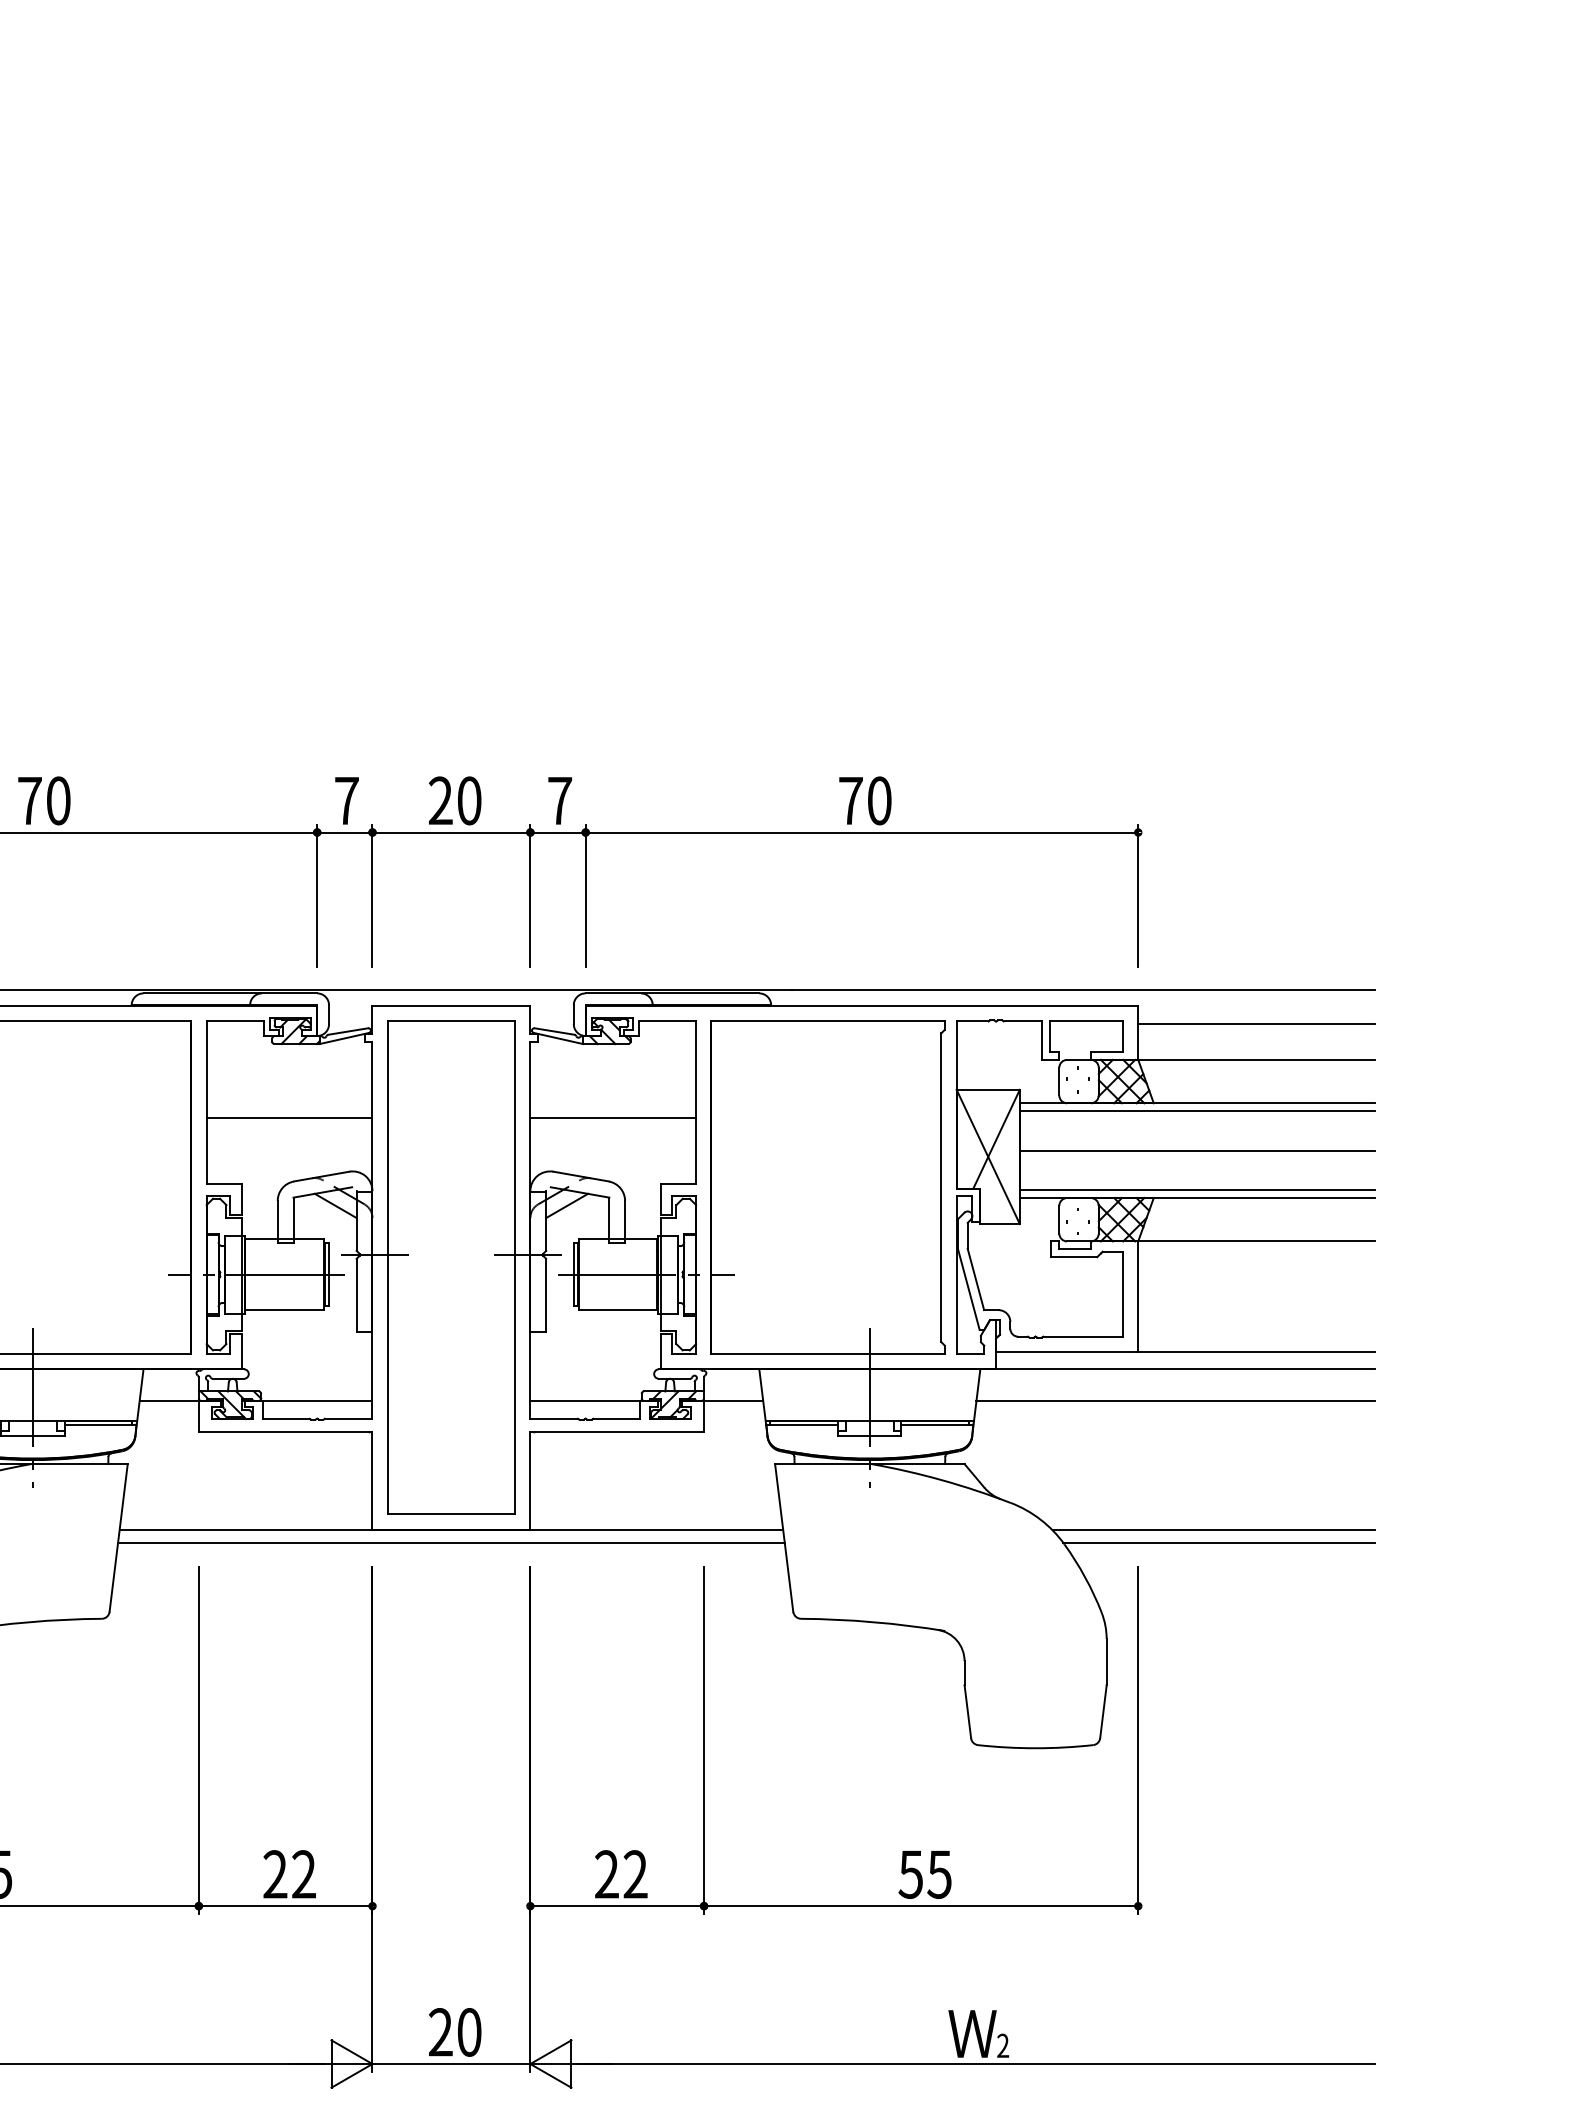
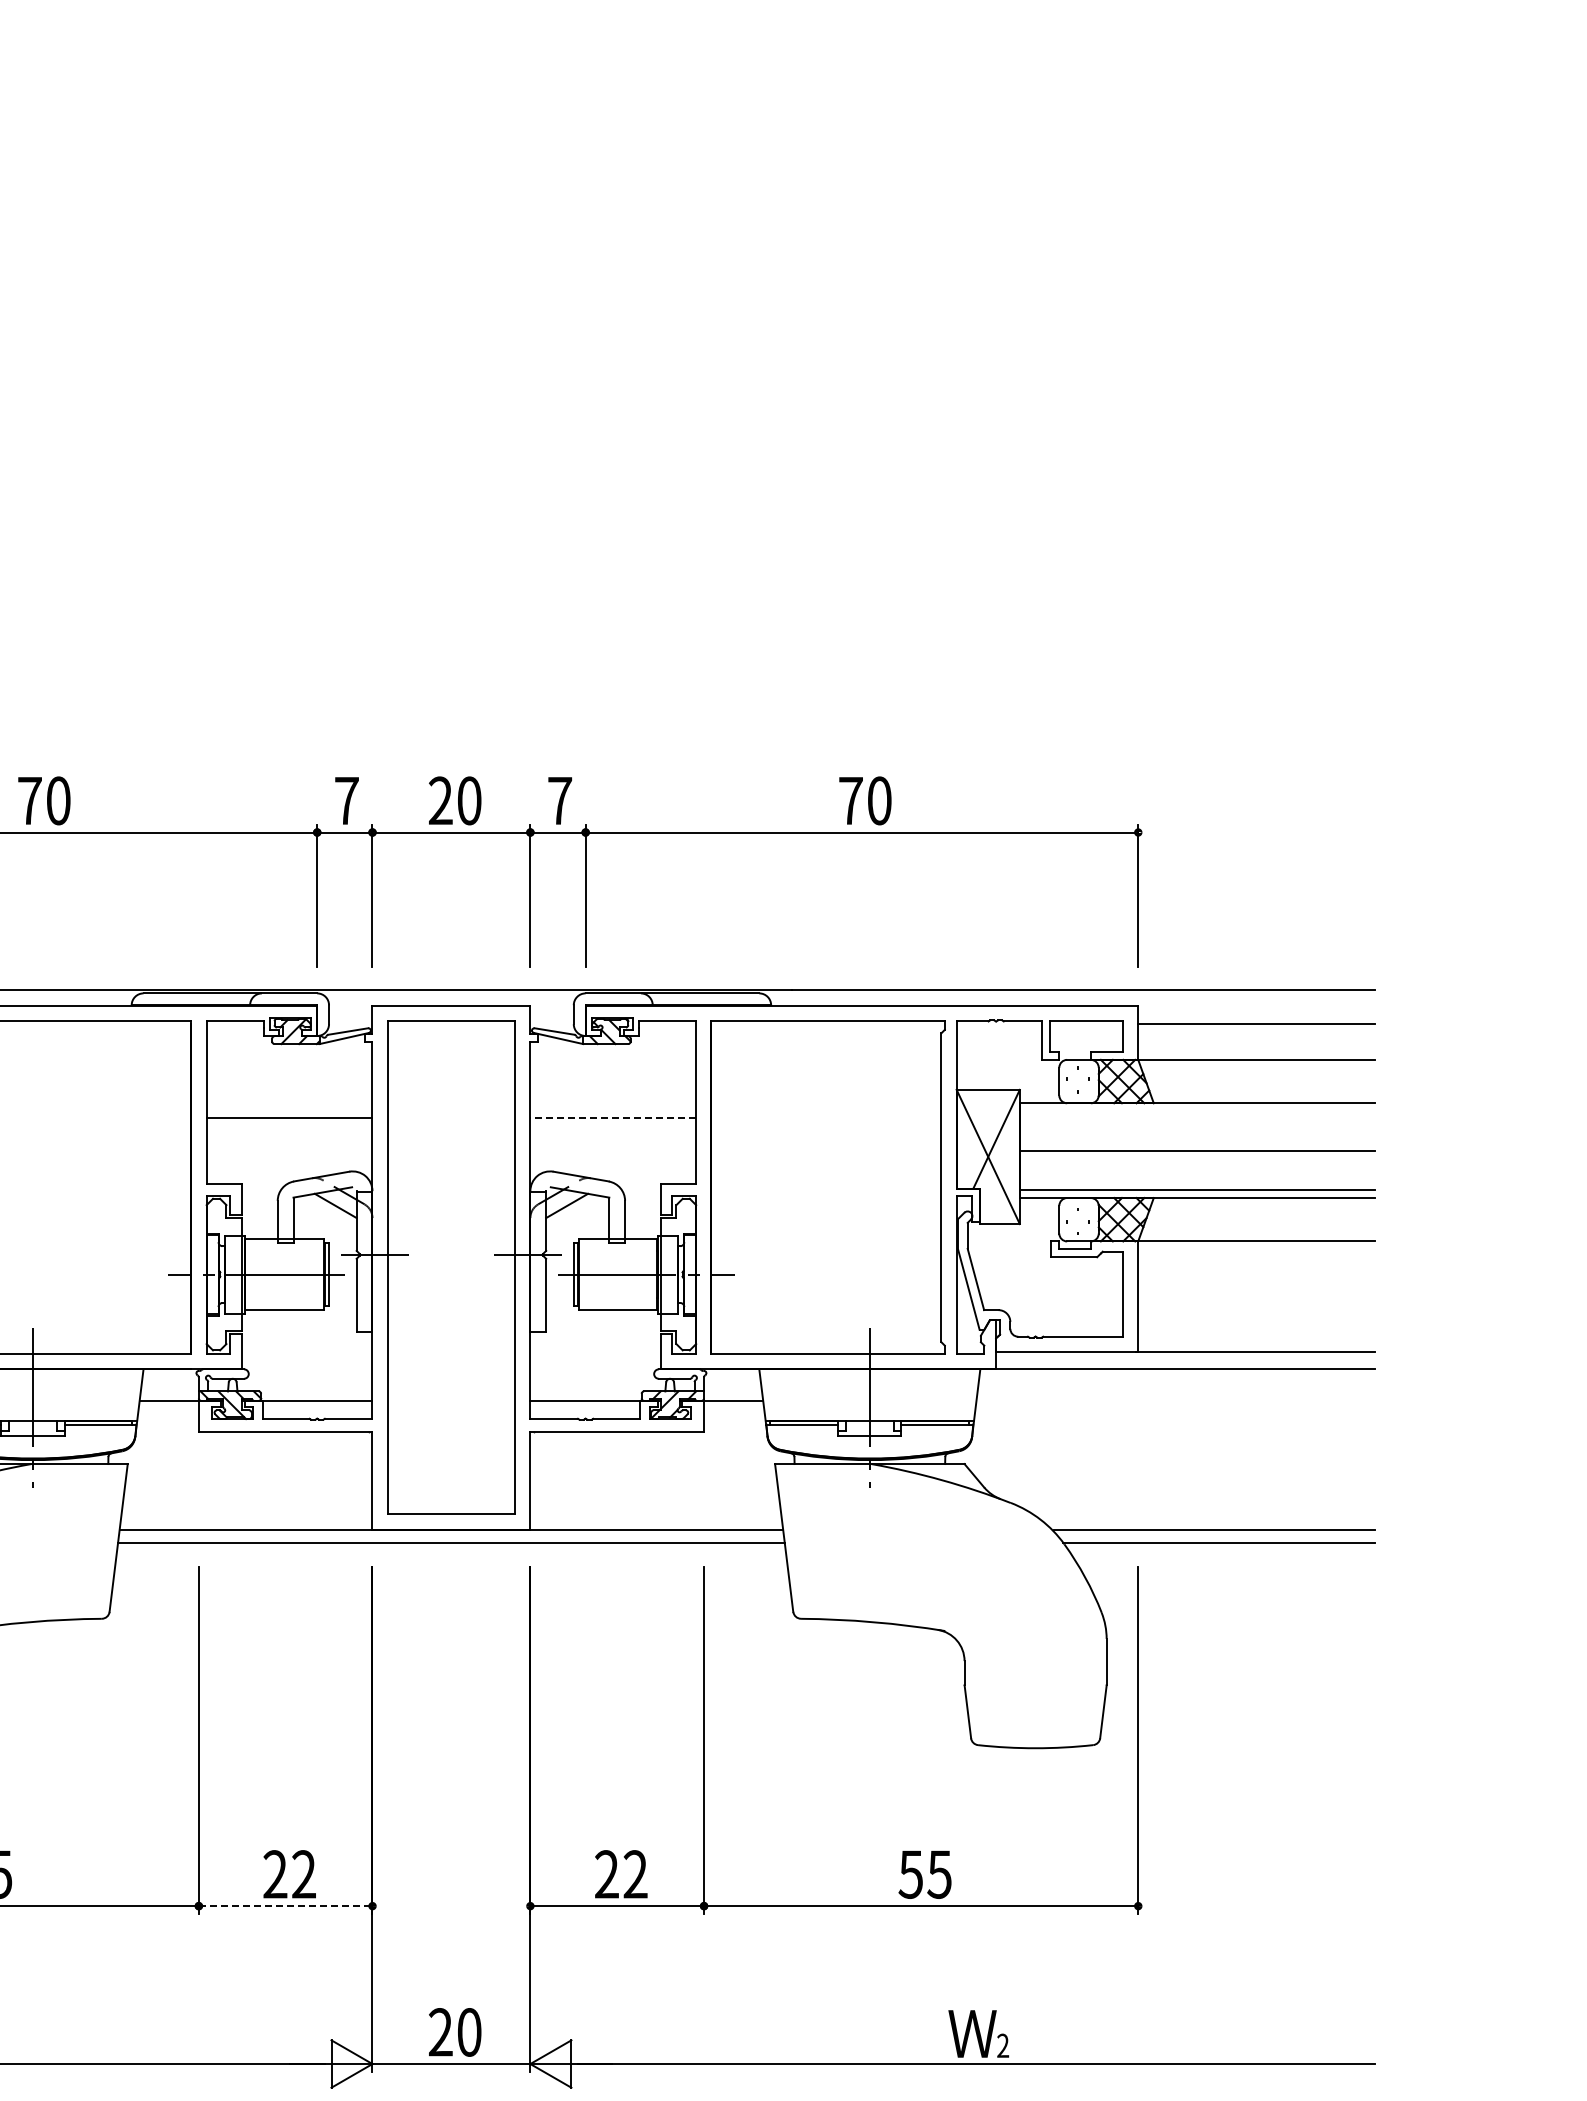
line at (1197, 1111): present -> none
line at (613, 1118): solid -> dashed
line at (1175, 1400): present -> none
line at (285, 1906): solid -> dashed
